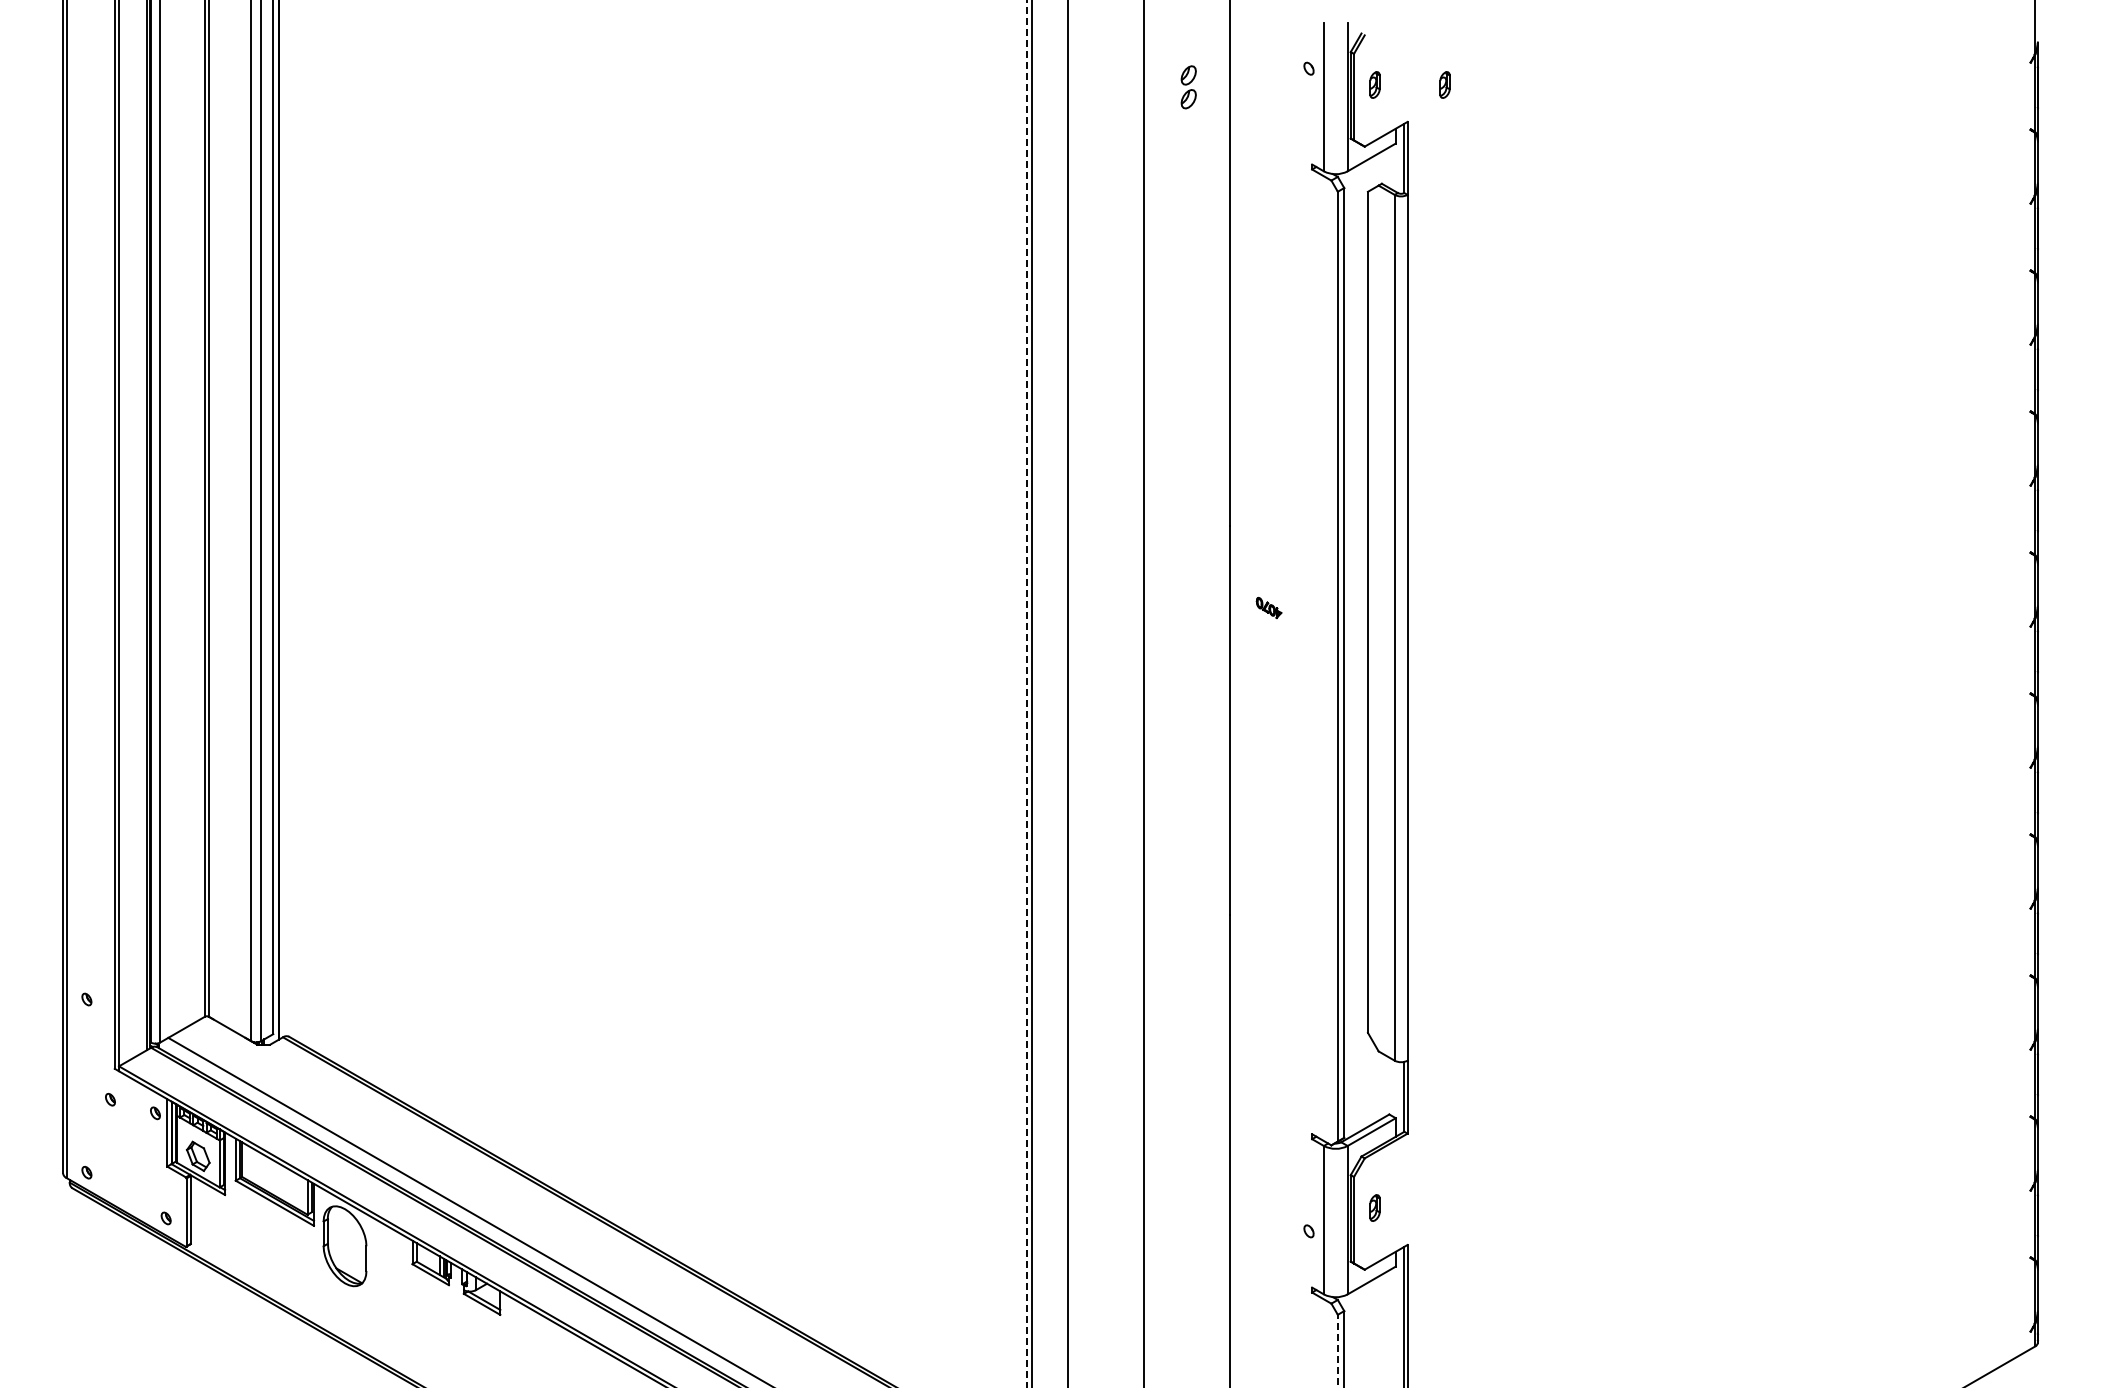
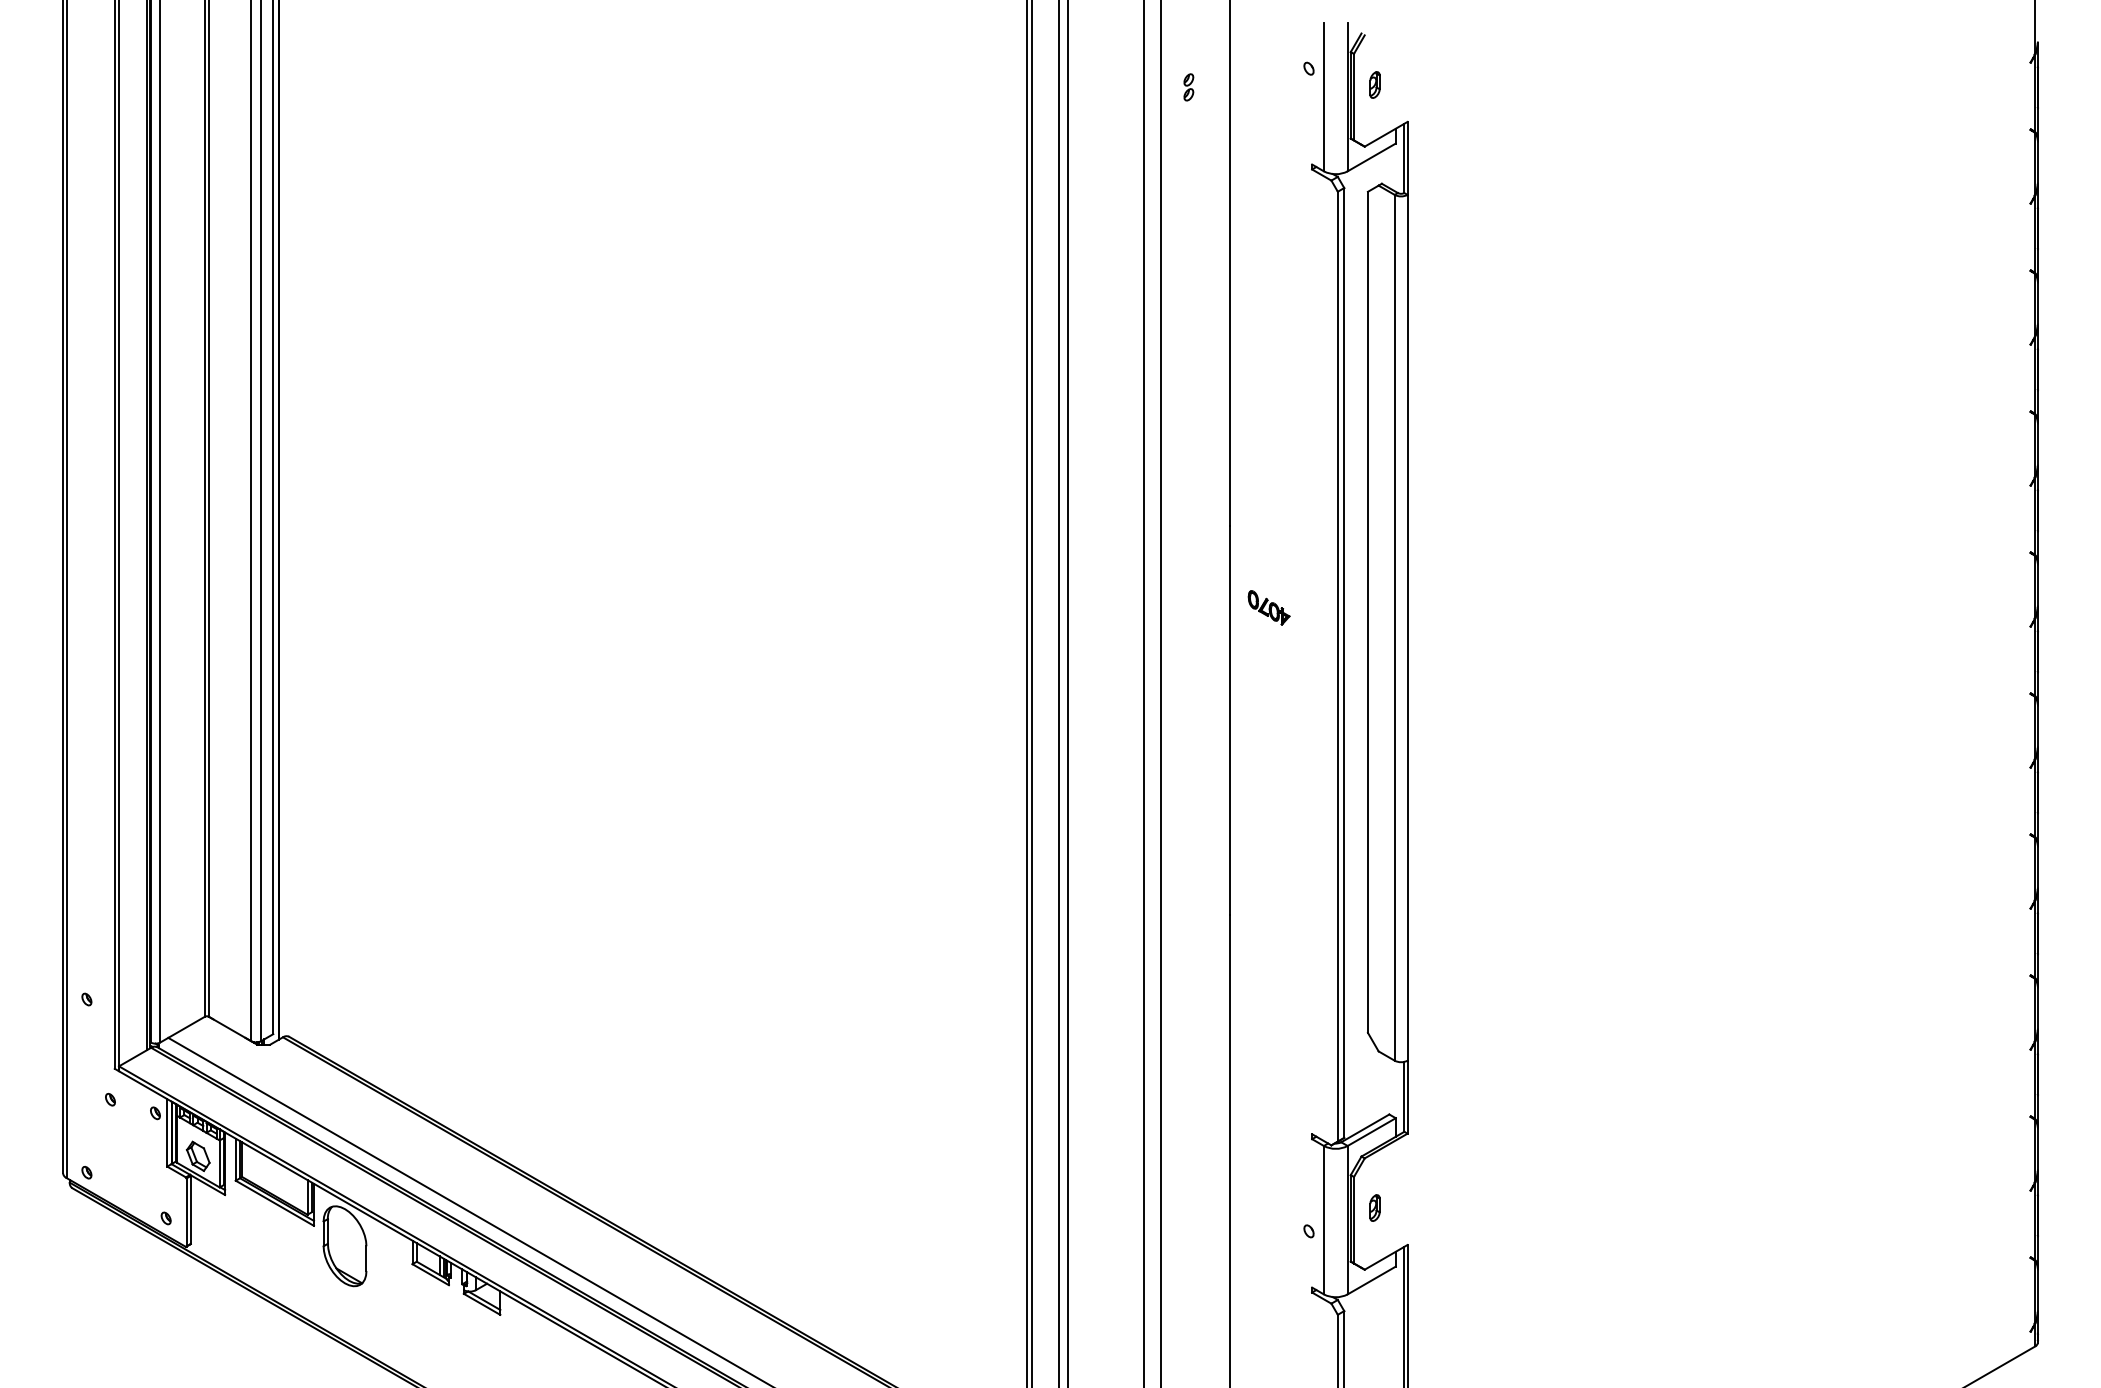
part at (1444, 84): present -> none
part at (1188, 87) size: 17x45 px -> 12x29 px
part at (1268, 608) size: 28x23 px -> 44x36 px
line at (1027, 693): dashed -> solid
line at (1059, 693): none -> present
line at (1161, 693): none -> present
line at (1337, 1350): dashed -> solid
